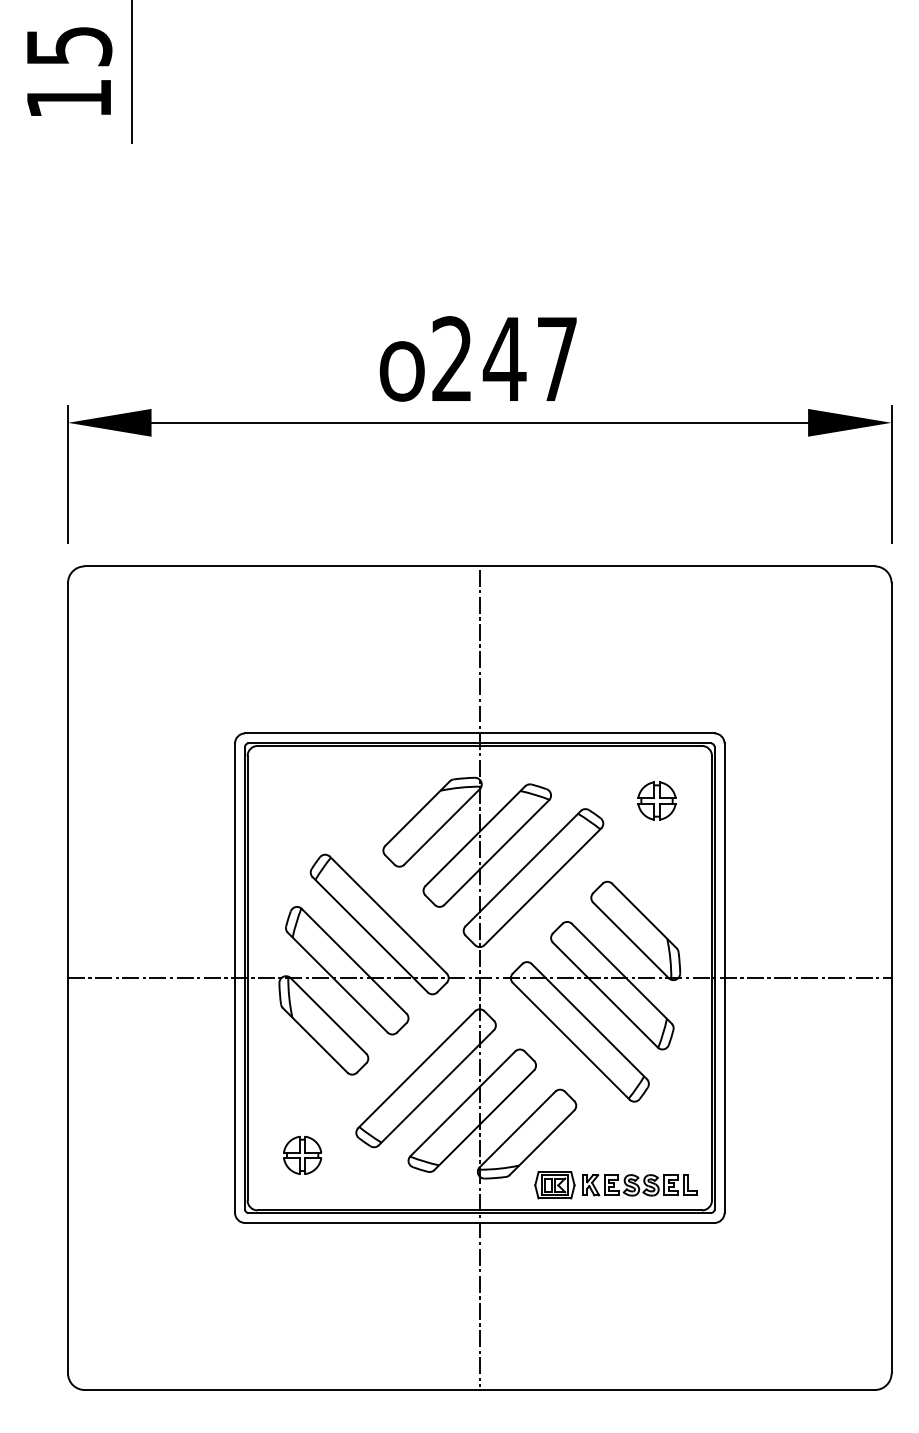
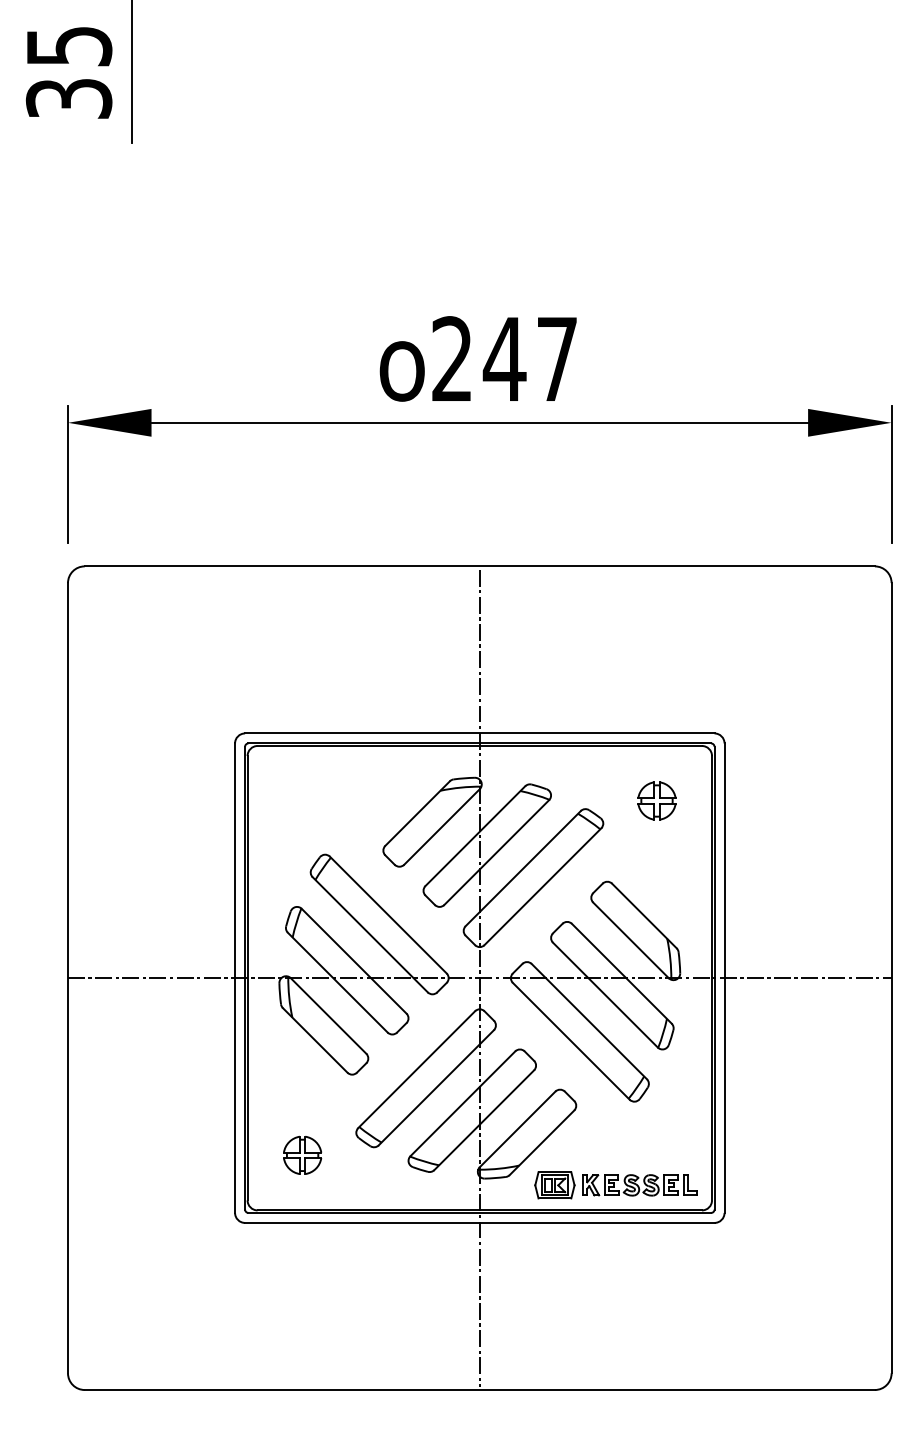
text at (68, 98): 15 -> 35
